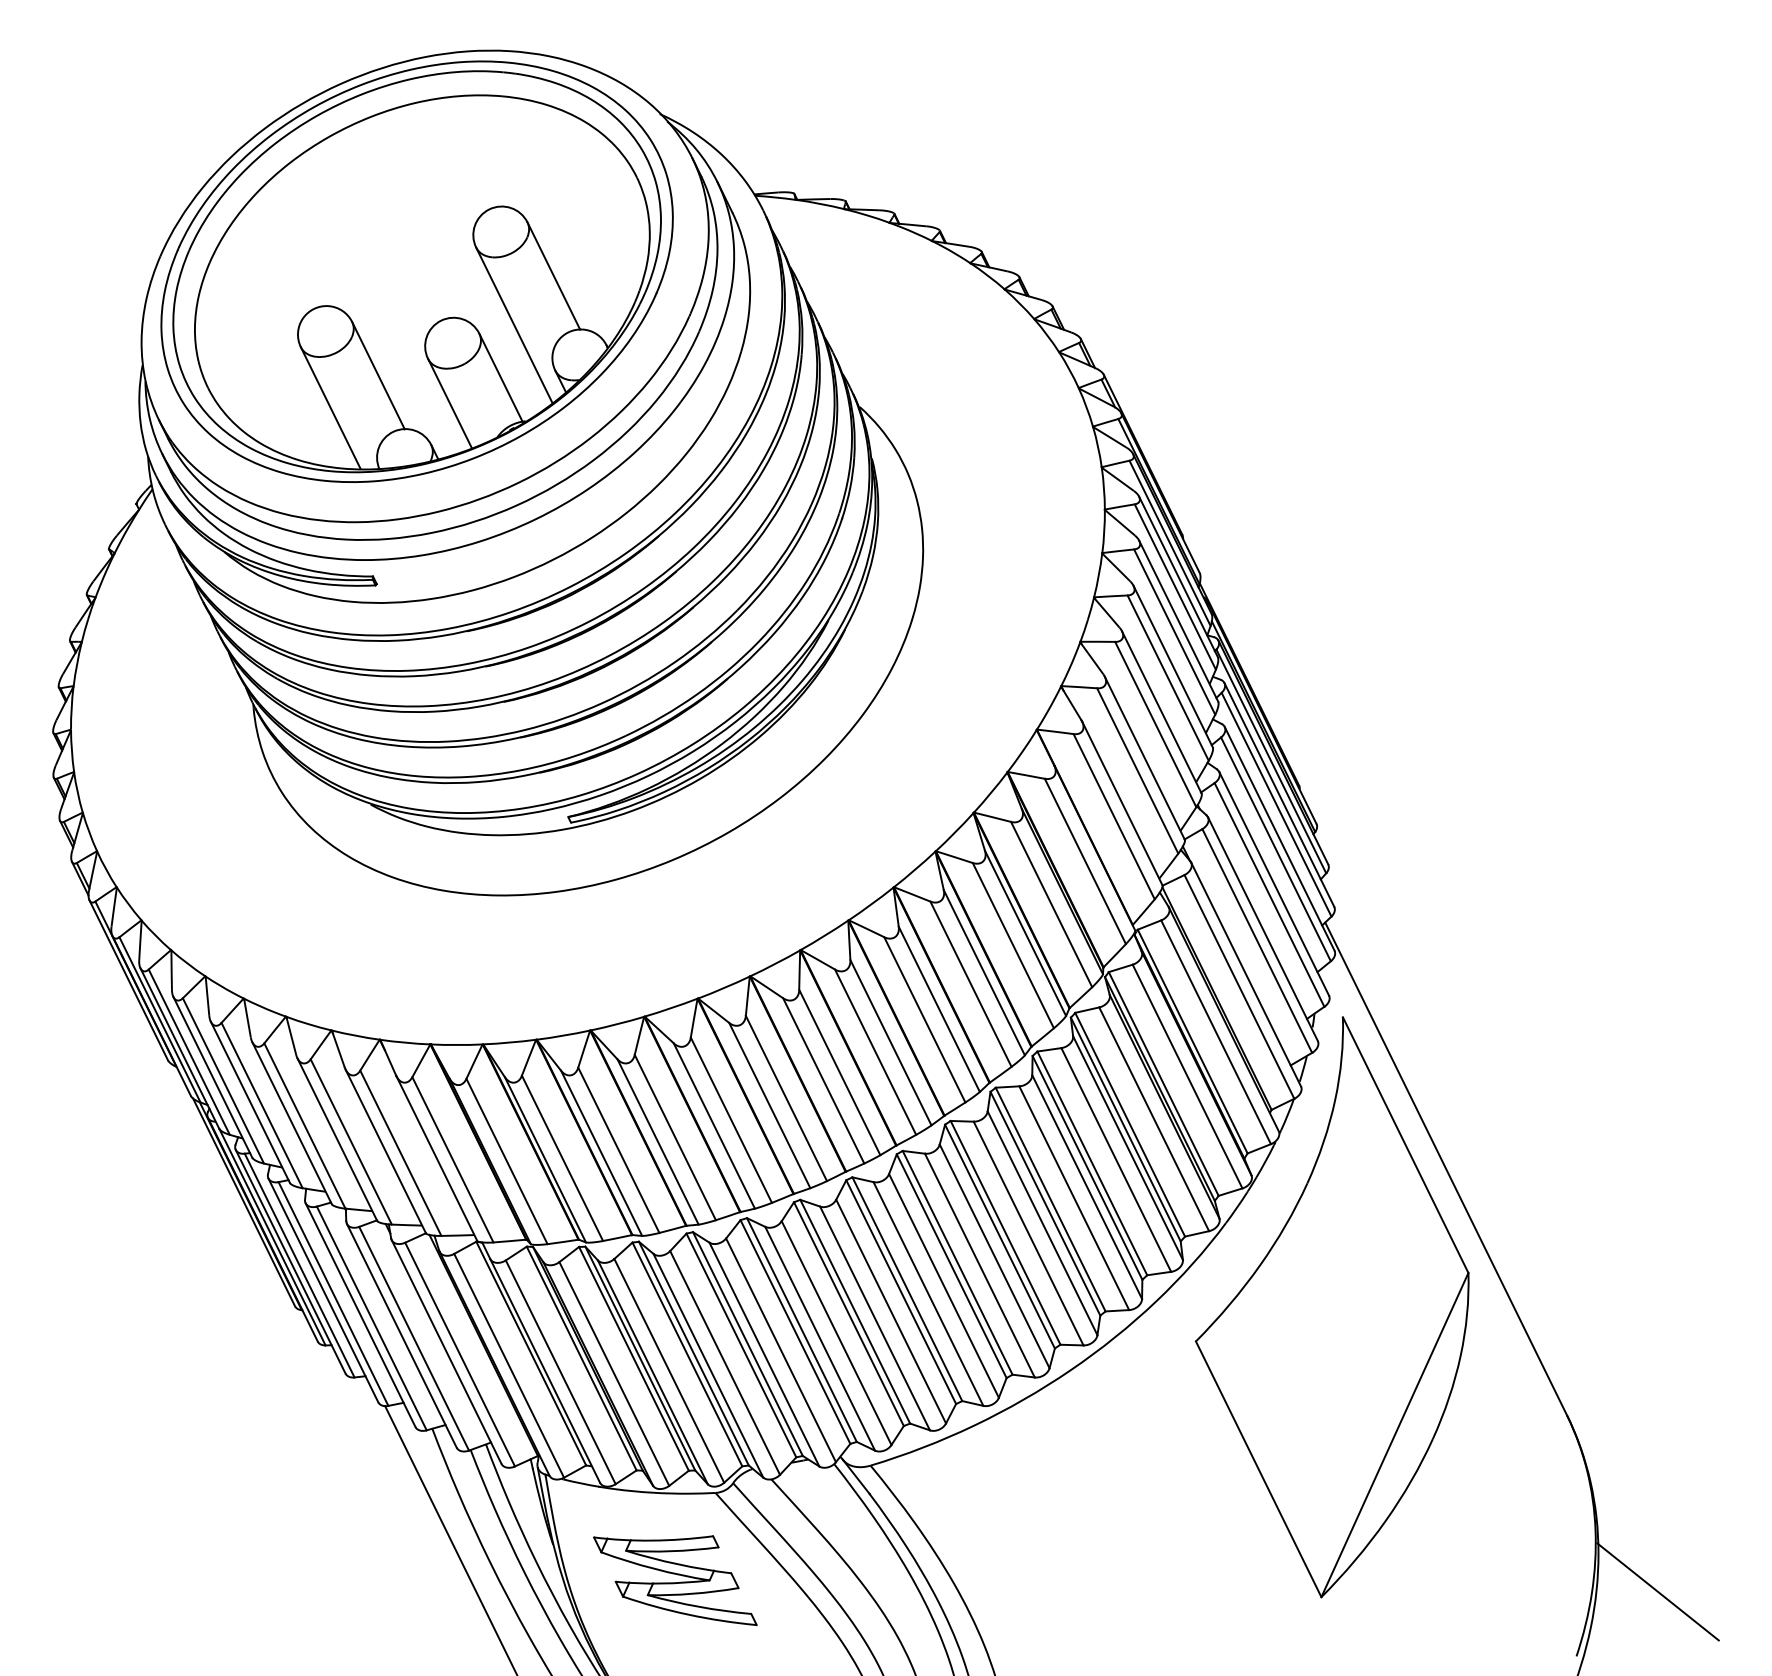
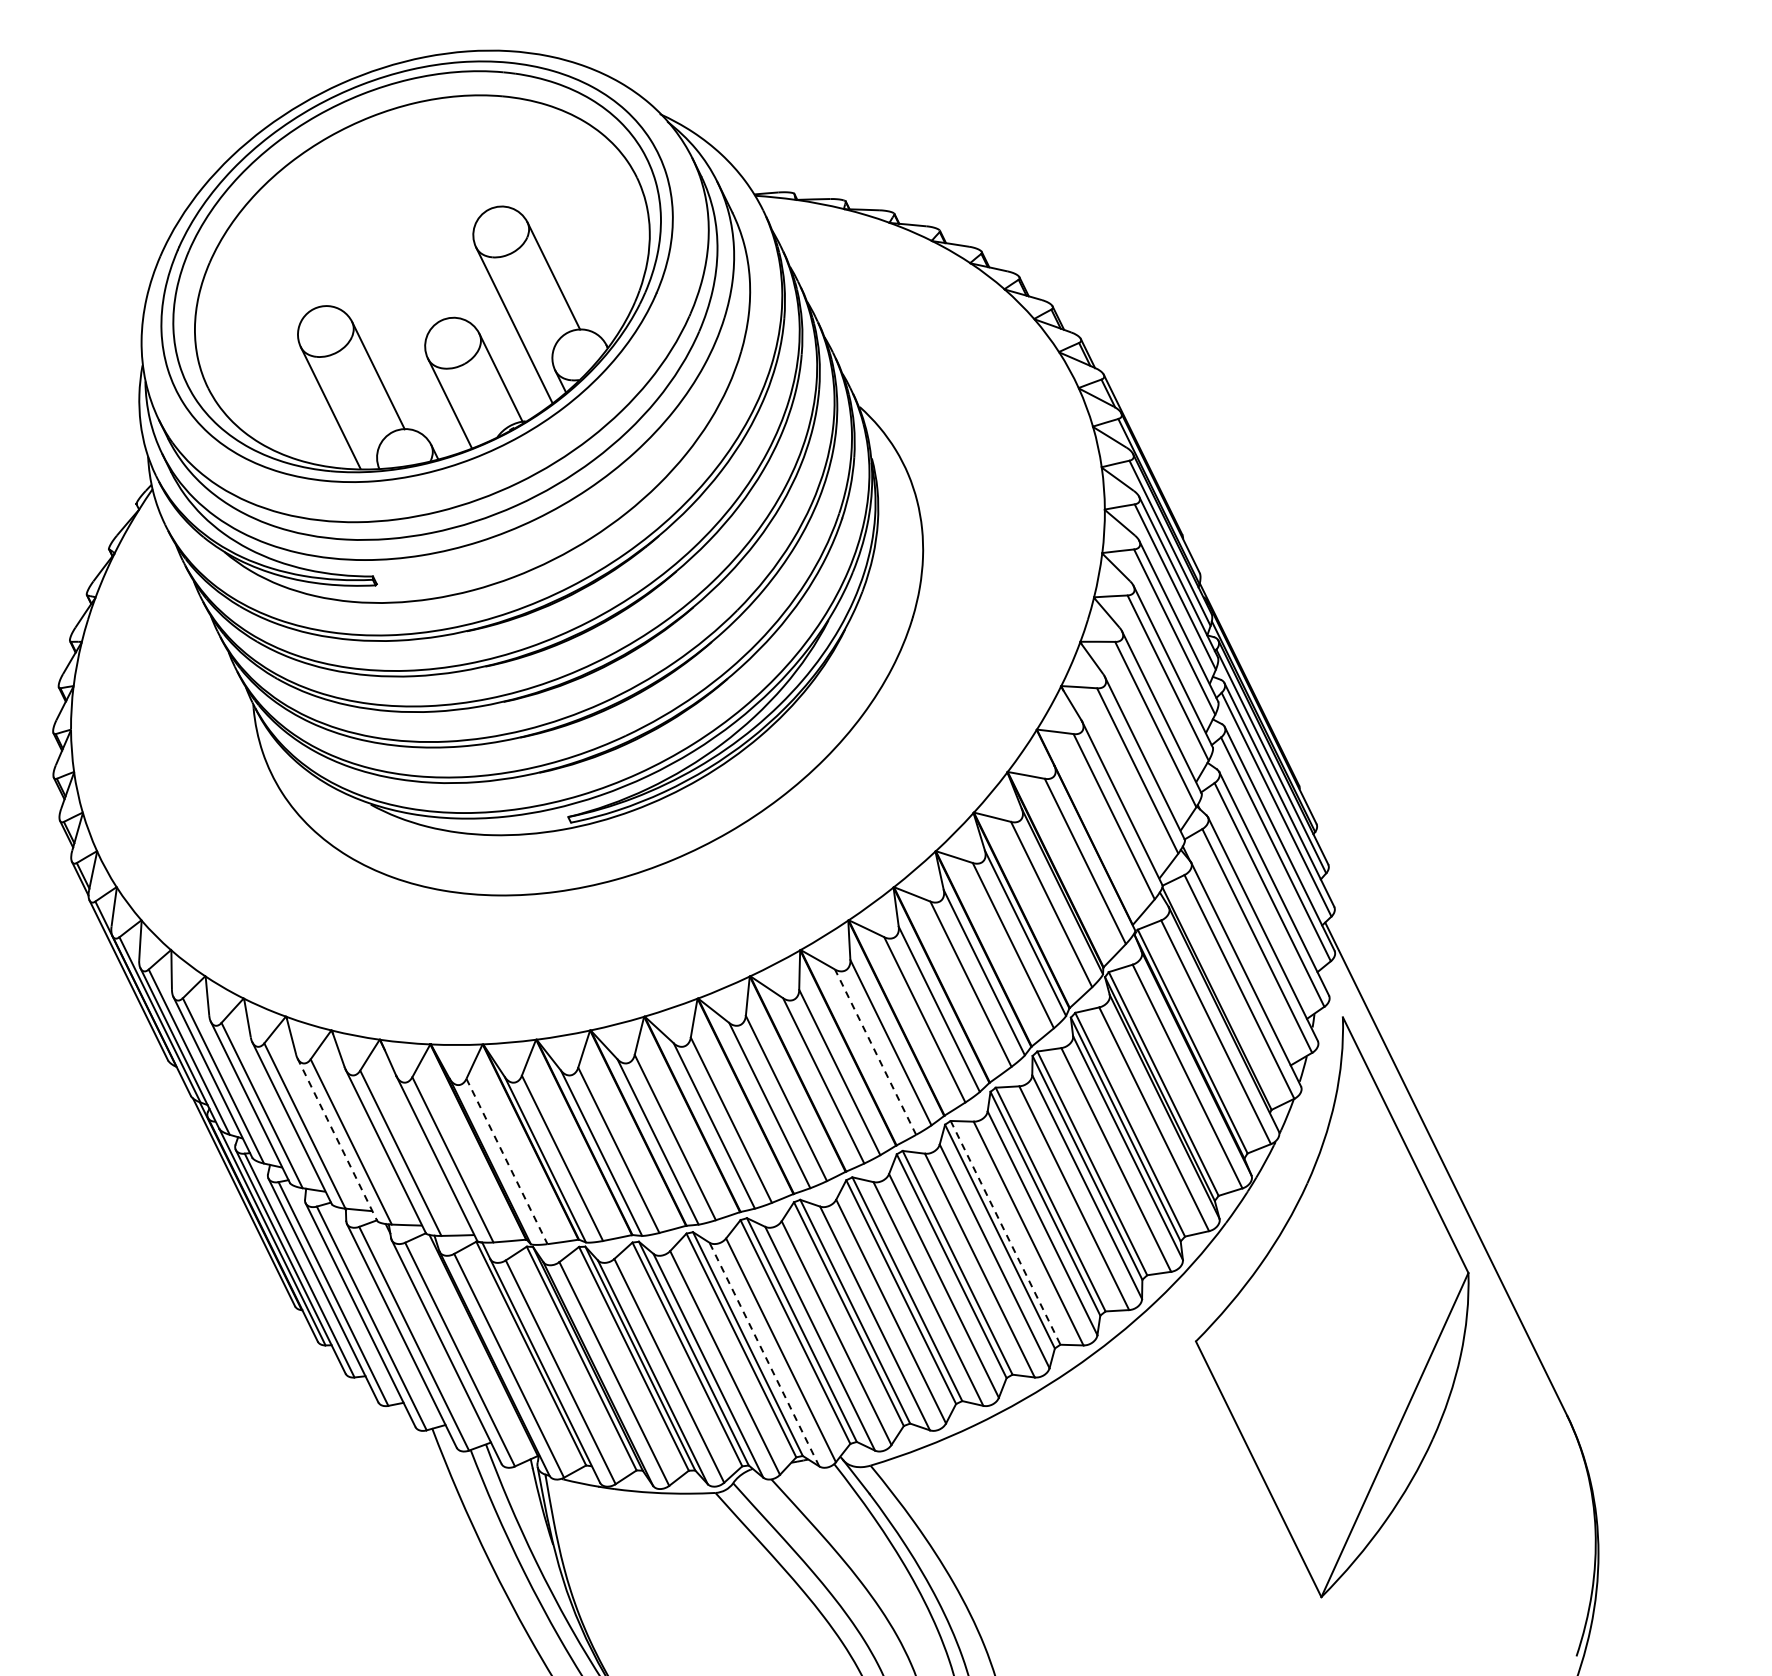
line at (875, 1051): solid -> dashed
line at (337, 1139): solid -> dashed
line at (507, 1161): solid -> dashed
line at (1005, 1232): solid -> dashed
line at (764, 1354): solid -> dashed
line at (450, 1539): present -> none
part at (675, 1580): present -> none
line at (1657, 1591): present -> none
